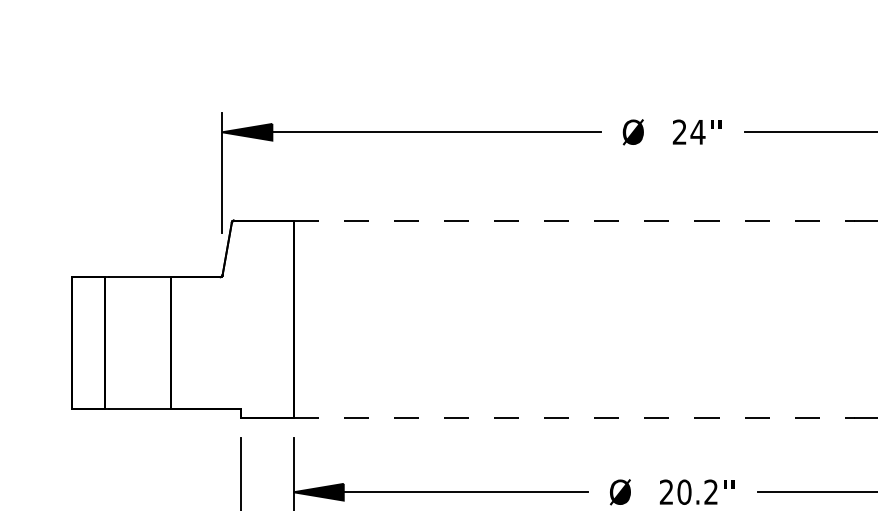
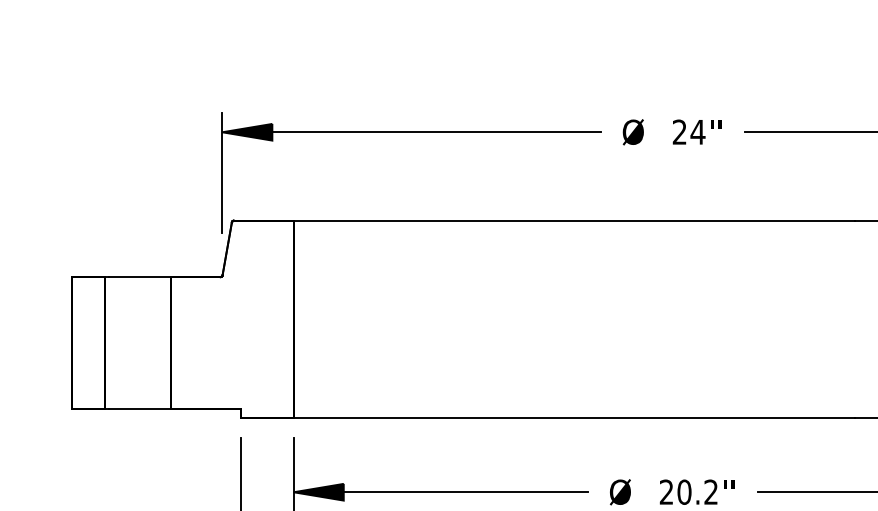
line at (574, 220): dashed -> solid
line at (574, 418): dashed -> solid
